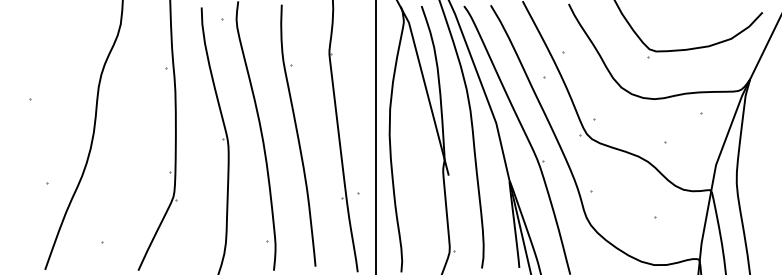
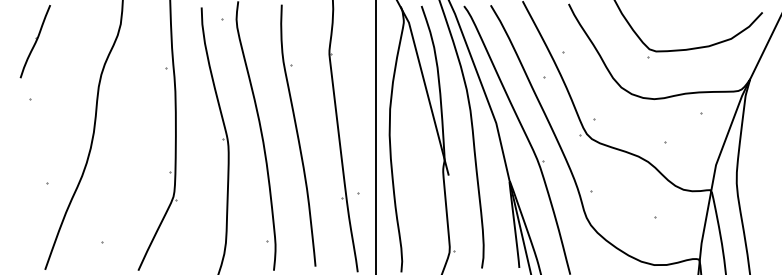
part at (34, 41): none -> present
